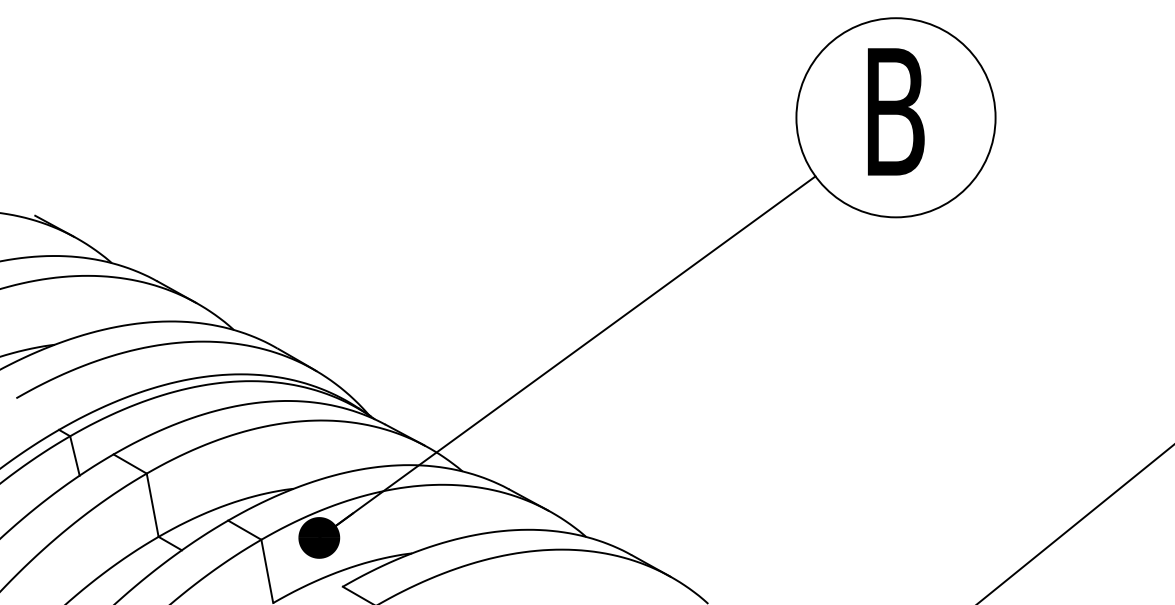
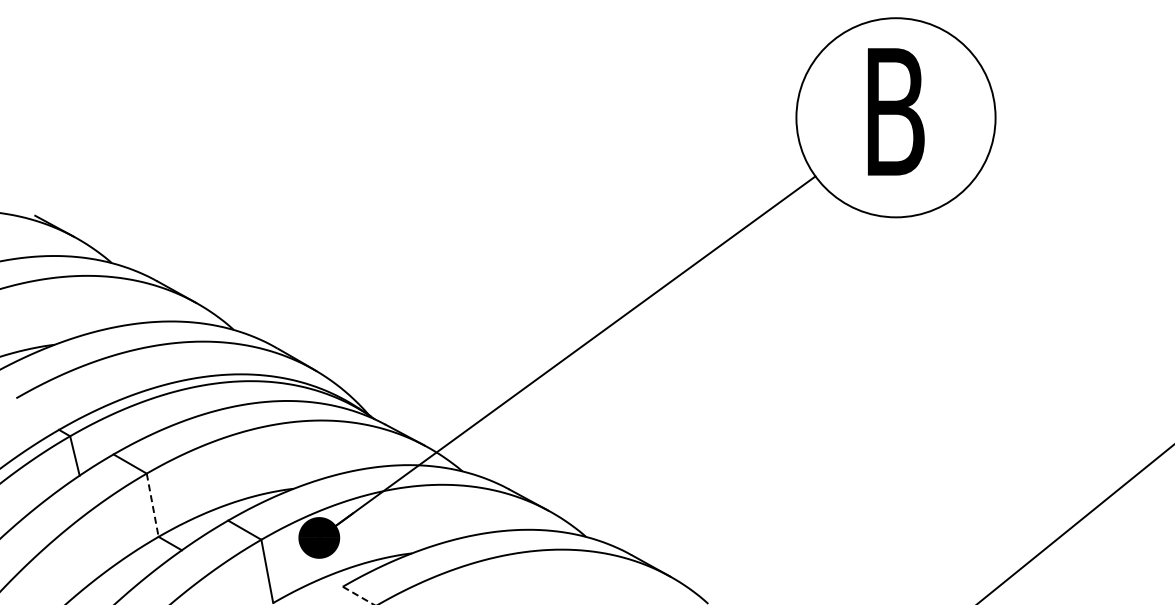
line at (152, 505): solid -> dashed
line at (358, 596): solid -> dashed
